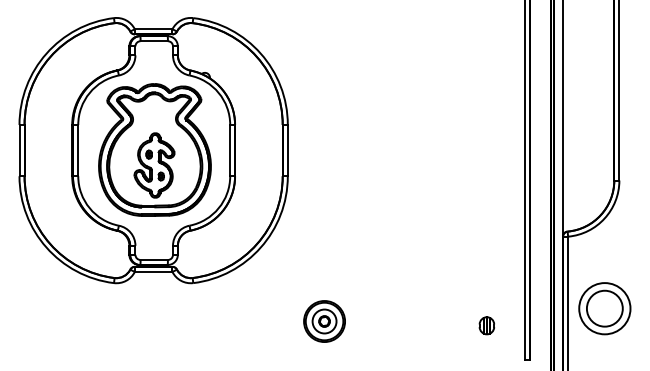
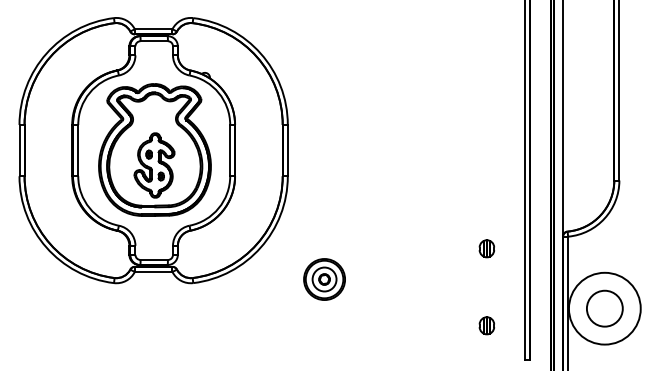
part at (486, 248): none -> present
circle at (604, 308) diameter: 51 px -> 72 px
part at (324, 321) position: (324, 321) -> (324, 279)
